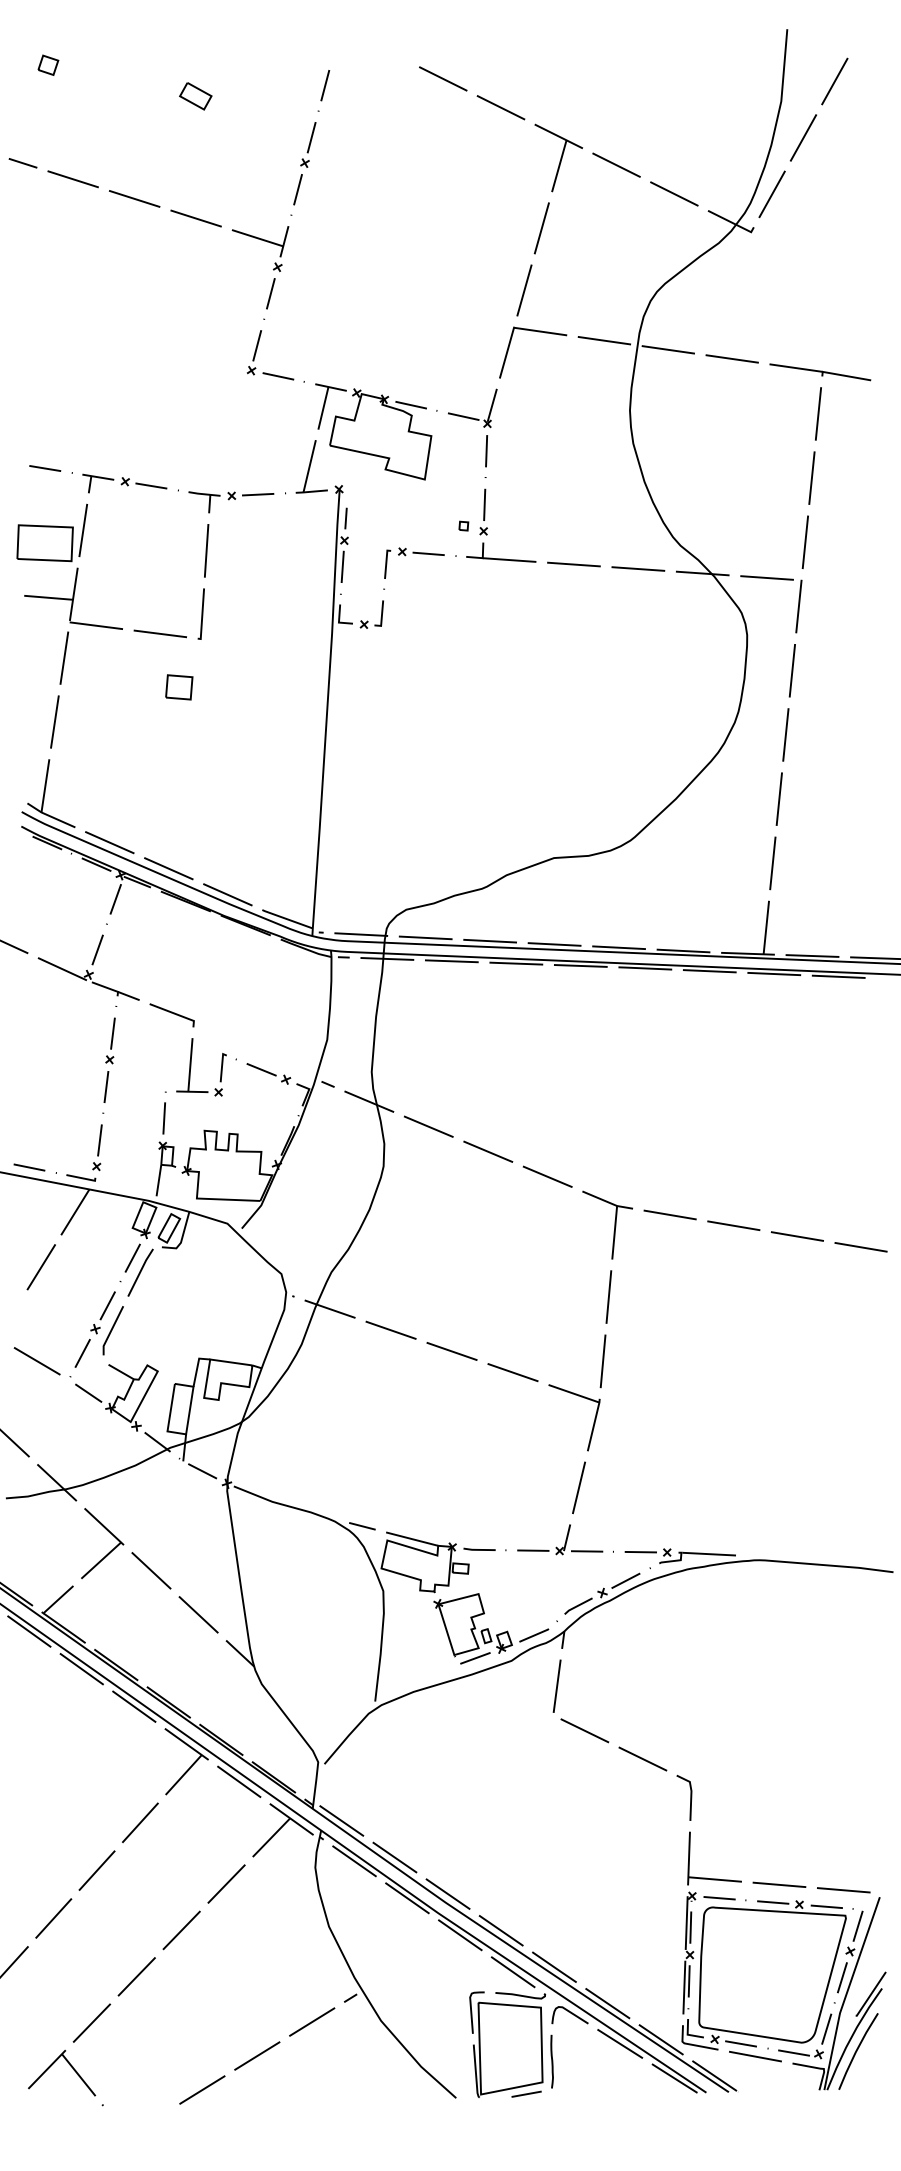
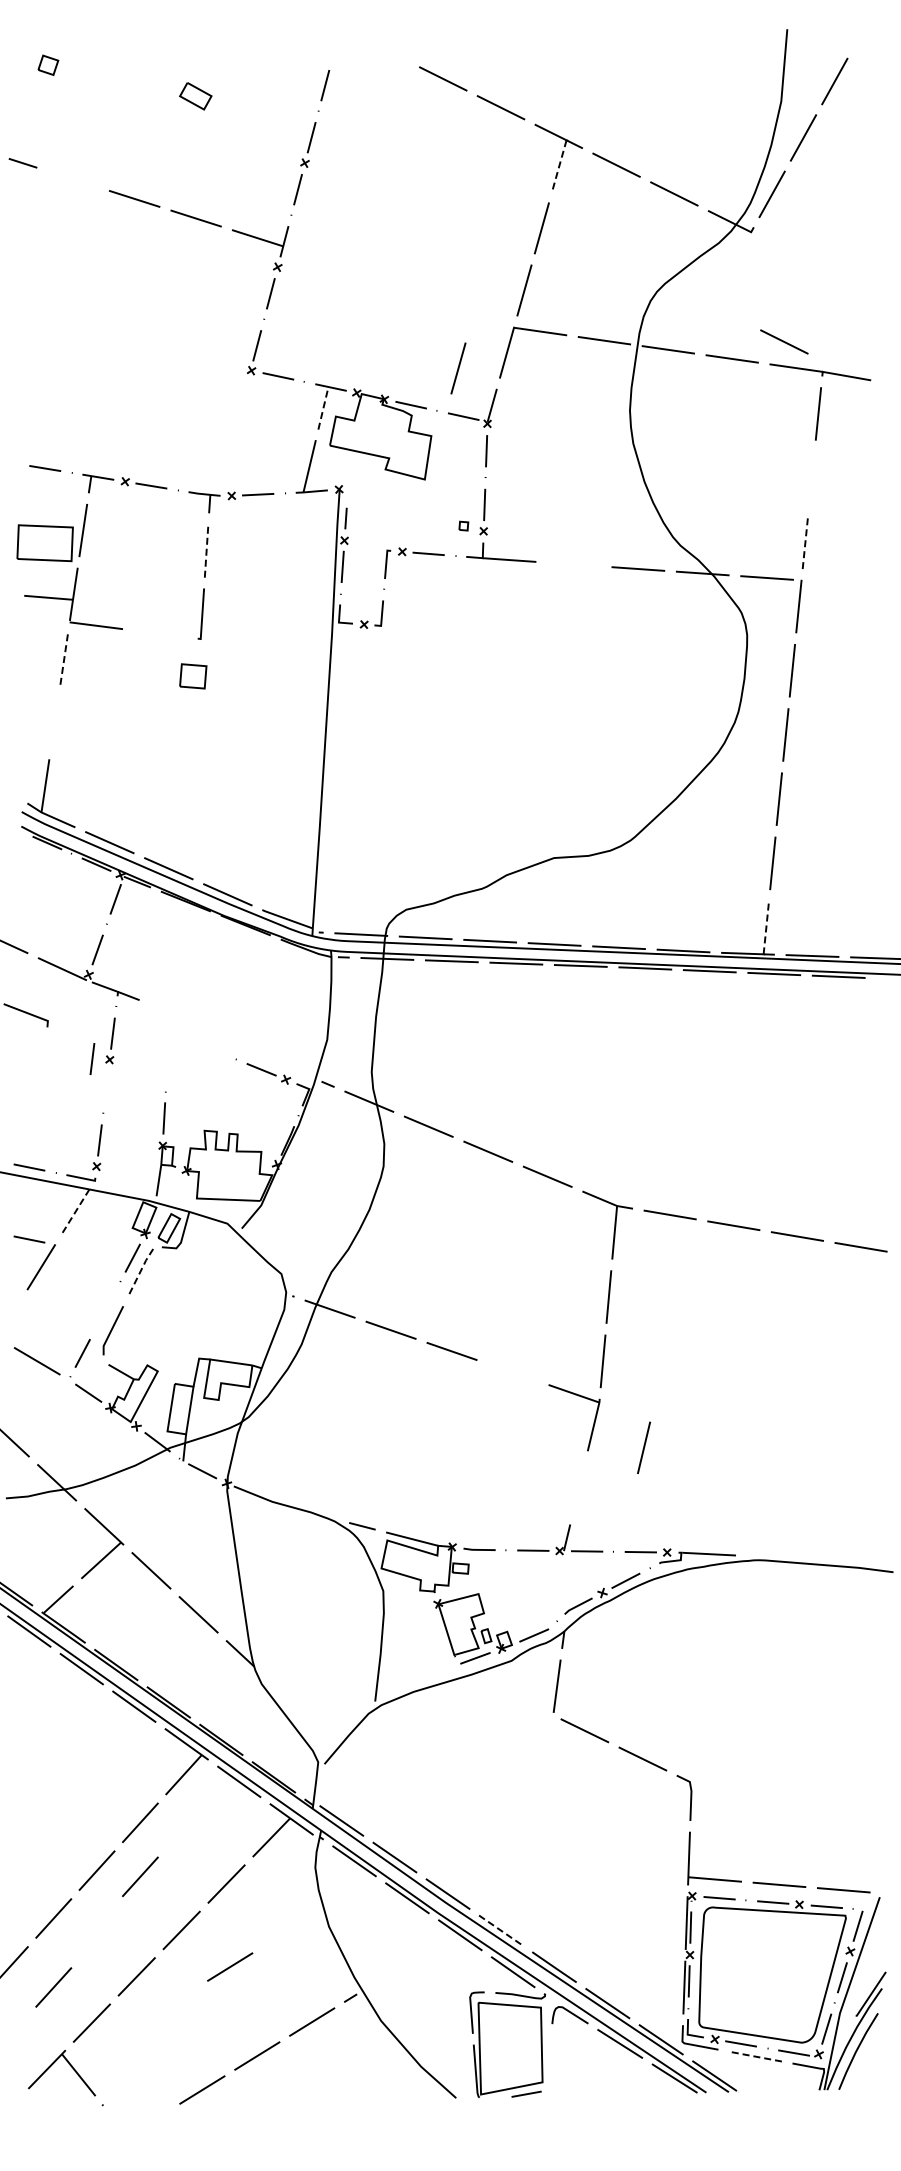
line at (559, 166): solid -> dashed
line at (72, 179): present -> none
line at (784, 341): none -> present
line at (458, 368): none -> present
line at (323, 408): solid -> dashed
line at (811, 477): present -> none
line at (805, 542): solid -> dashed
line at (206, 550): solid -> dashed
line at (573, 564): present -> none
line at (159, 633): present -> none
line at (64, 658): solid -> dashed
part at (179, 687) position: (179, 687) -> (193, 676)
line at (54, 721): present -> none
line at (766, 927): solid -> dashed
line at (171, 1013) position: (171, 1013) -> (25, 1013)
part at (191, 1067): present -> none
line at (106, 1086) position: (106, 1086) -> (92, 1058)
line at (75, 1212): solid -> dashed
line at (29, 1239): none -> present
line at (140, 1271): solid -> dashed
part at (102, 1312): present -> none
line at (512, 1372): present -> none
line at (578, 1487) position: (578, 1487) -> (643, 1447)
line at (140, 1876): none -> present
line at (501, 1930): solid -> dashed
line at (230, 1966): none -> present
line at (53, 1987): none -> present
line at (755, 2056): solid -> dashed
line at (551, 2061): present -> none
